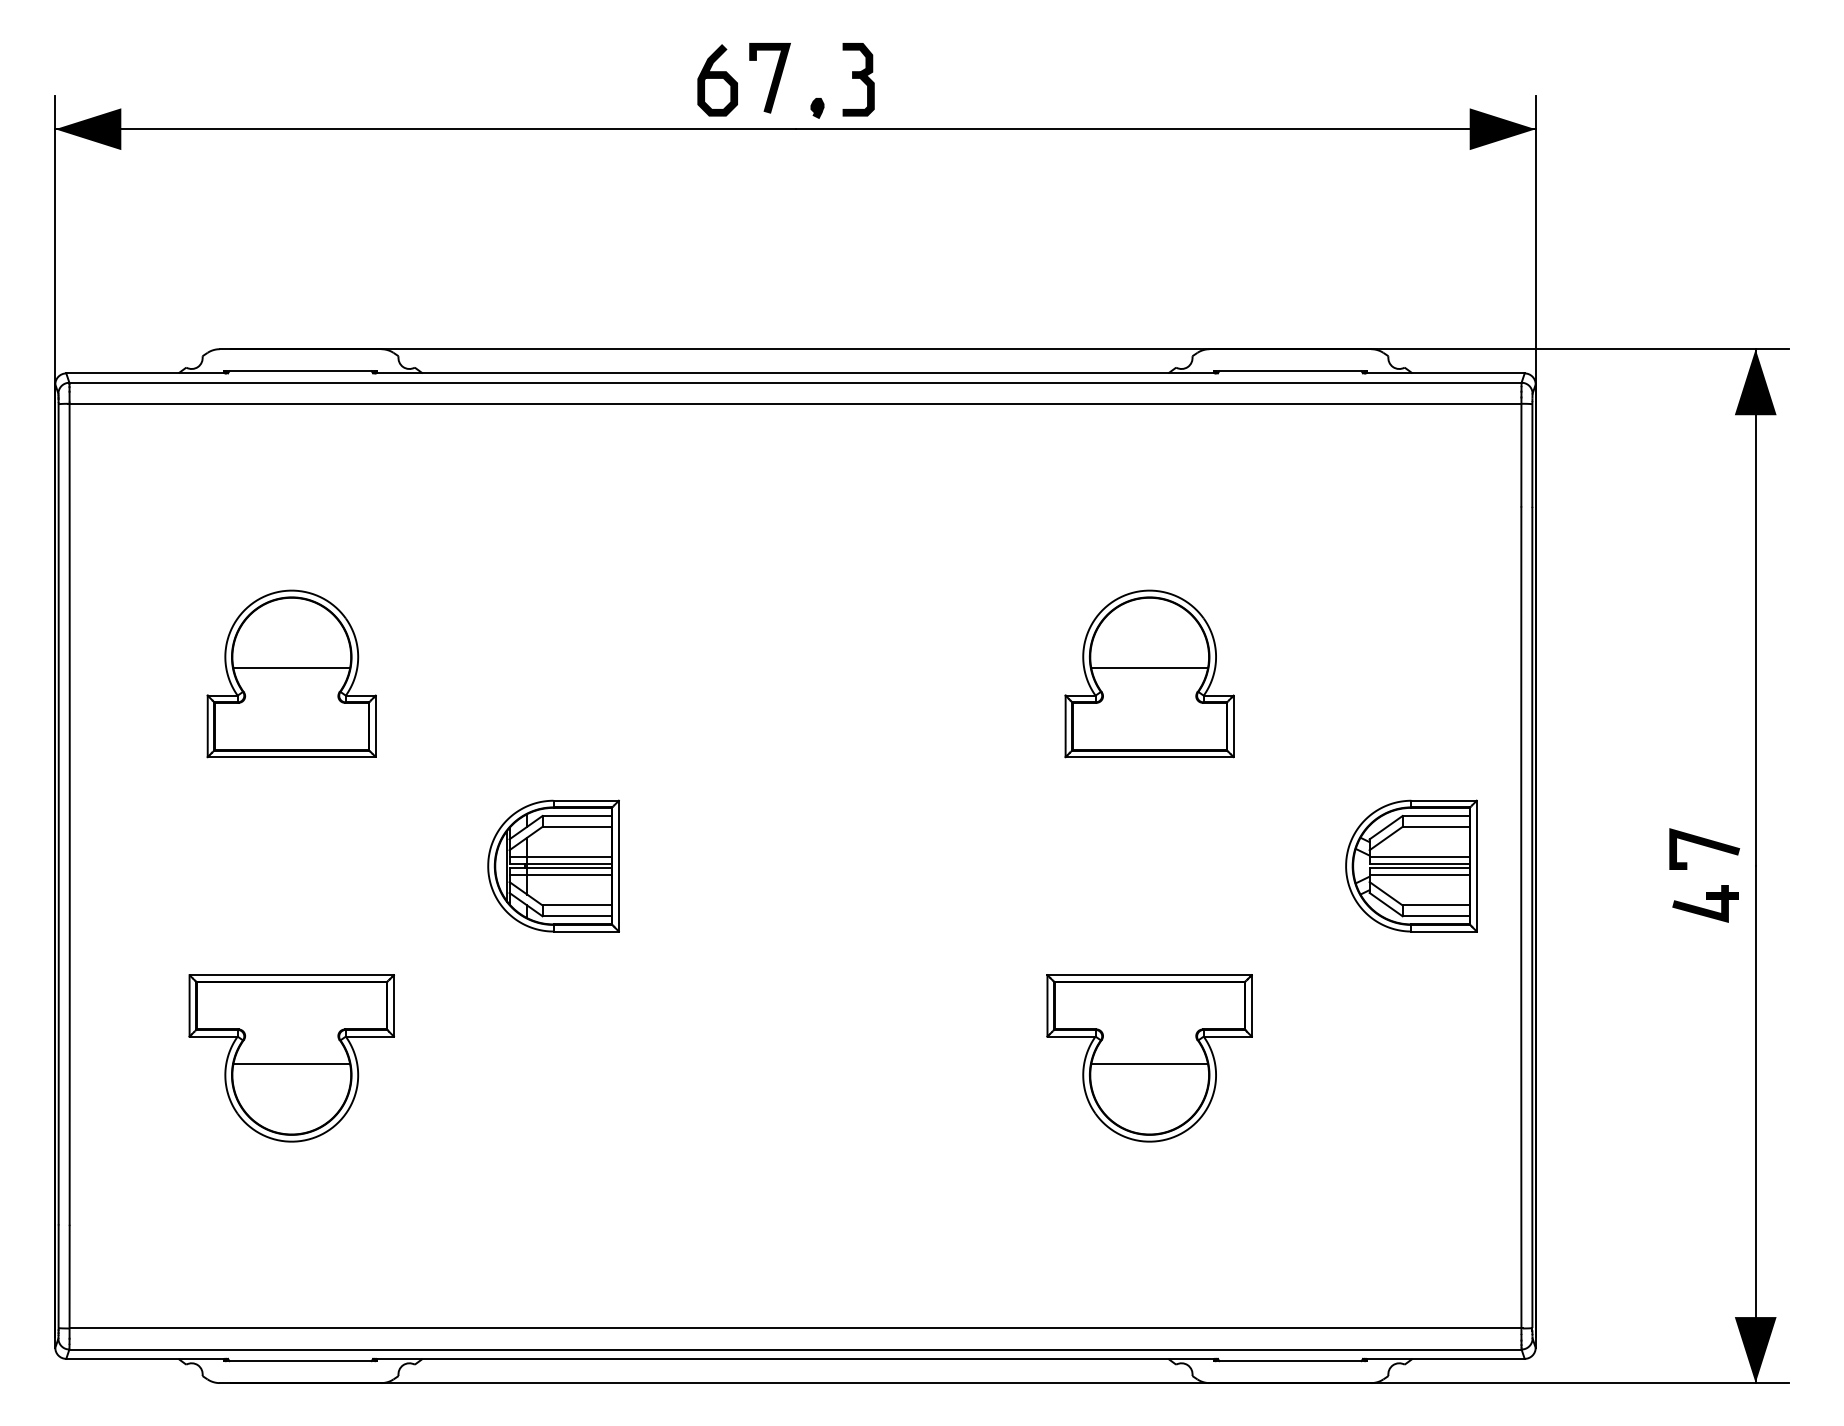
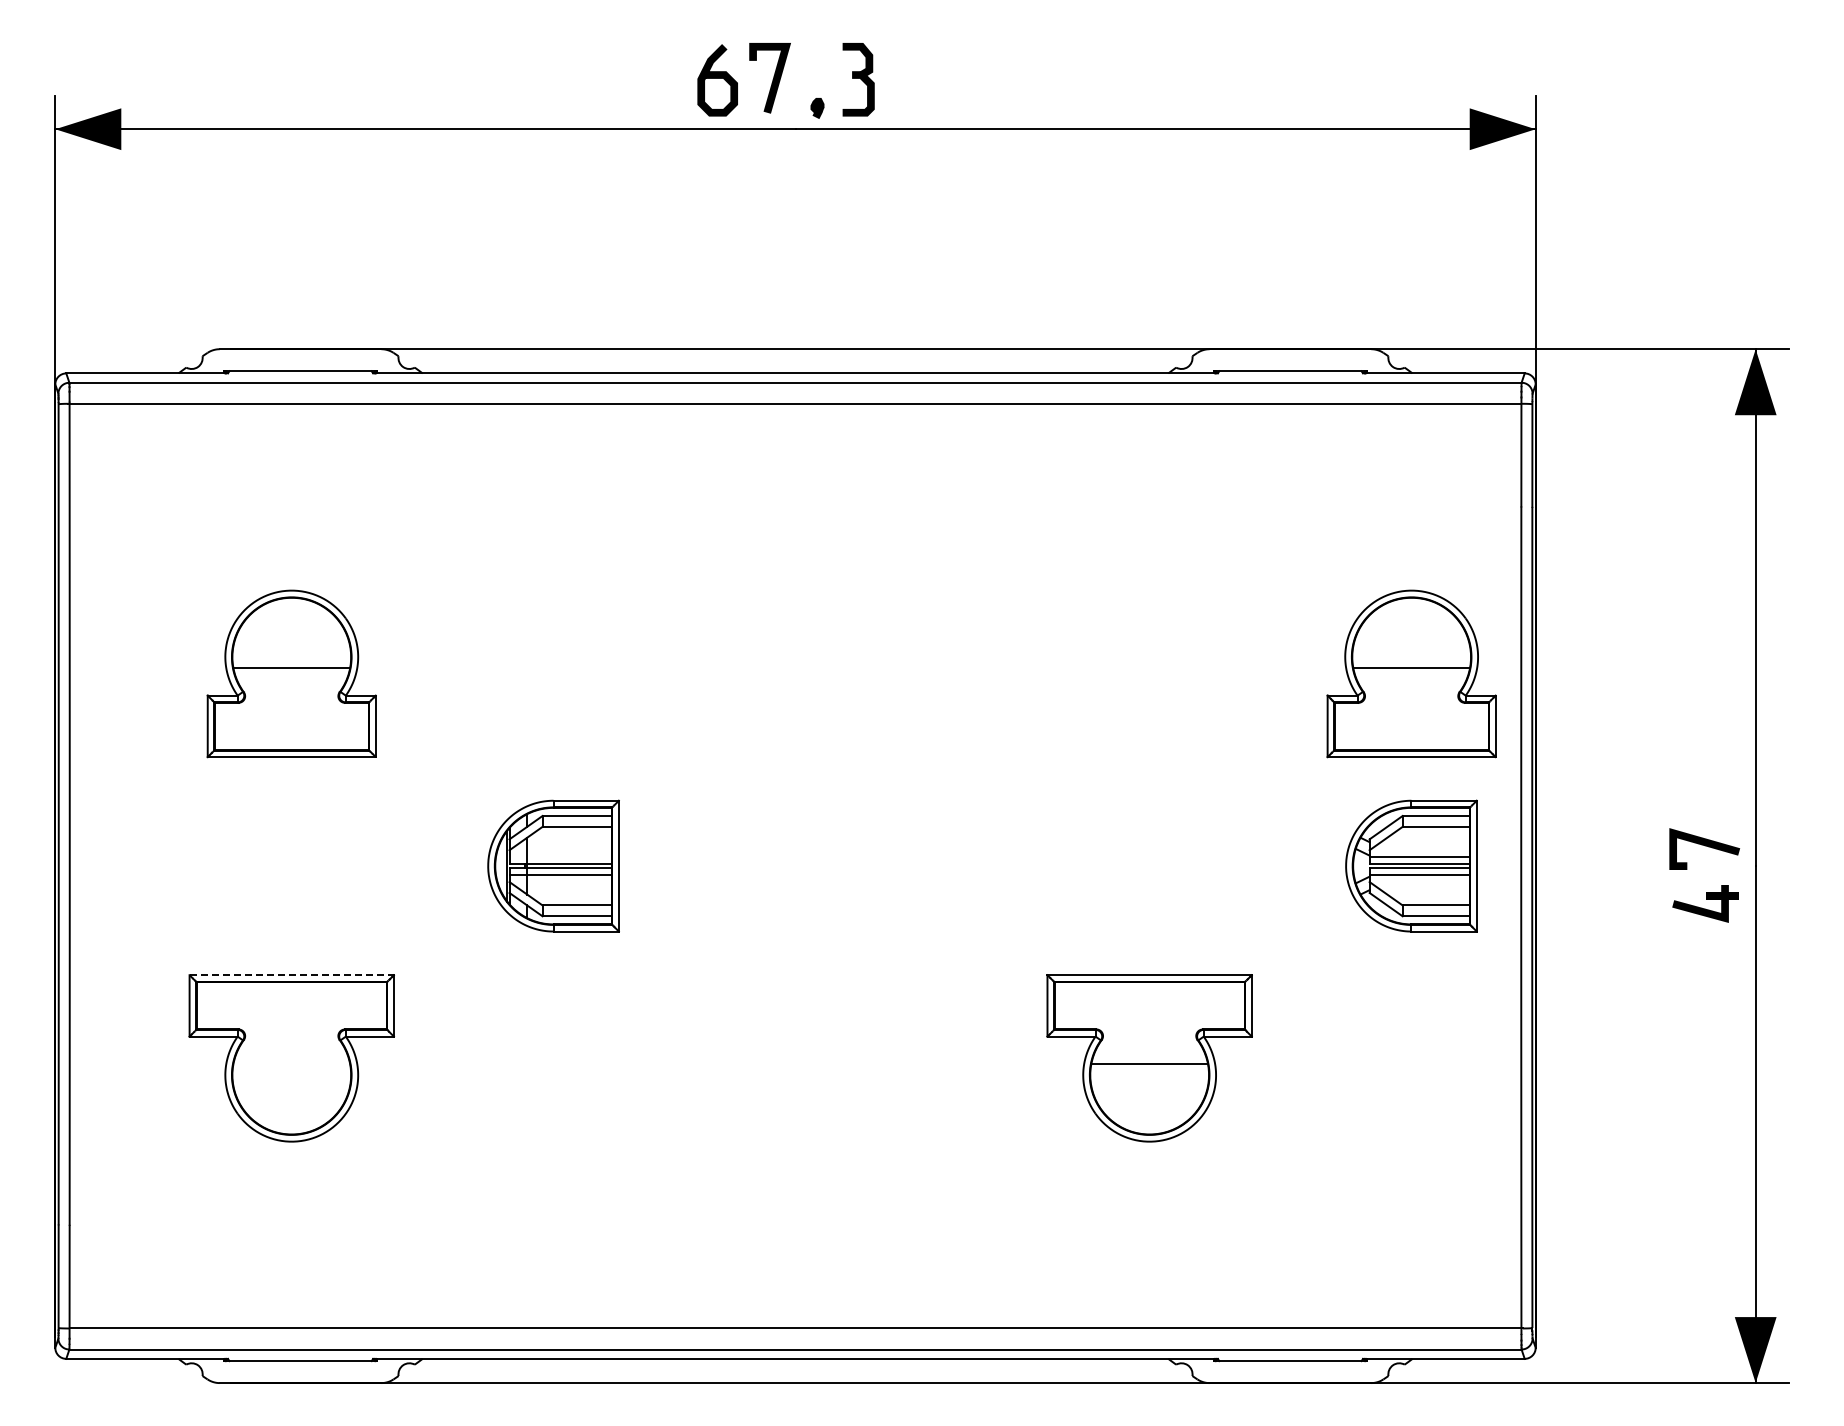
part at (1149, 673) position: (1149, 673) -> (1411, 673)
line at (560, 857): present -> none
line at (292, 975): solid -> dashed
line at (291, 1064): present -> none
